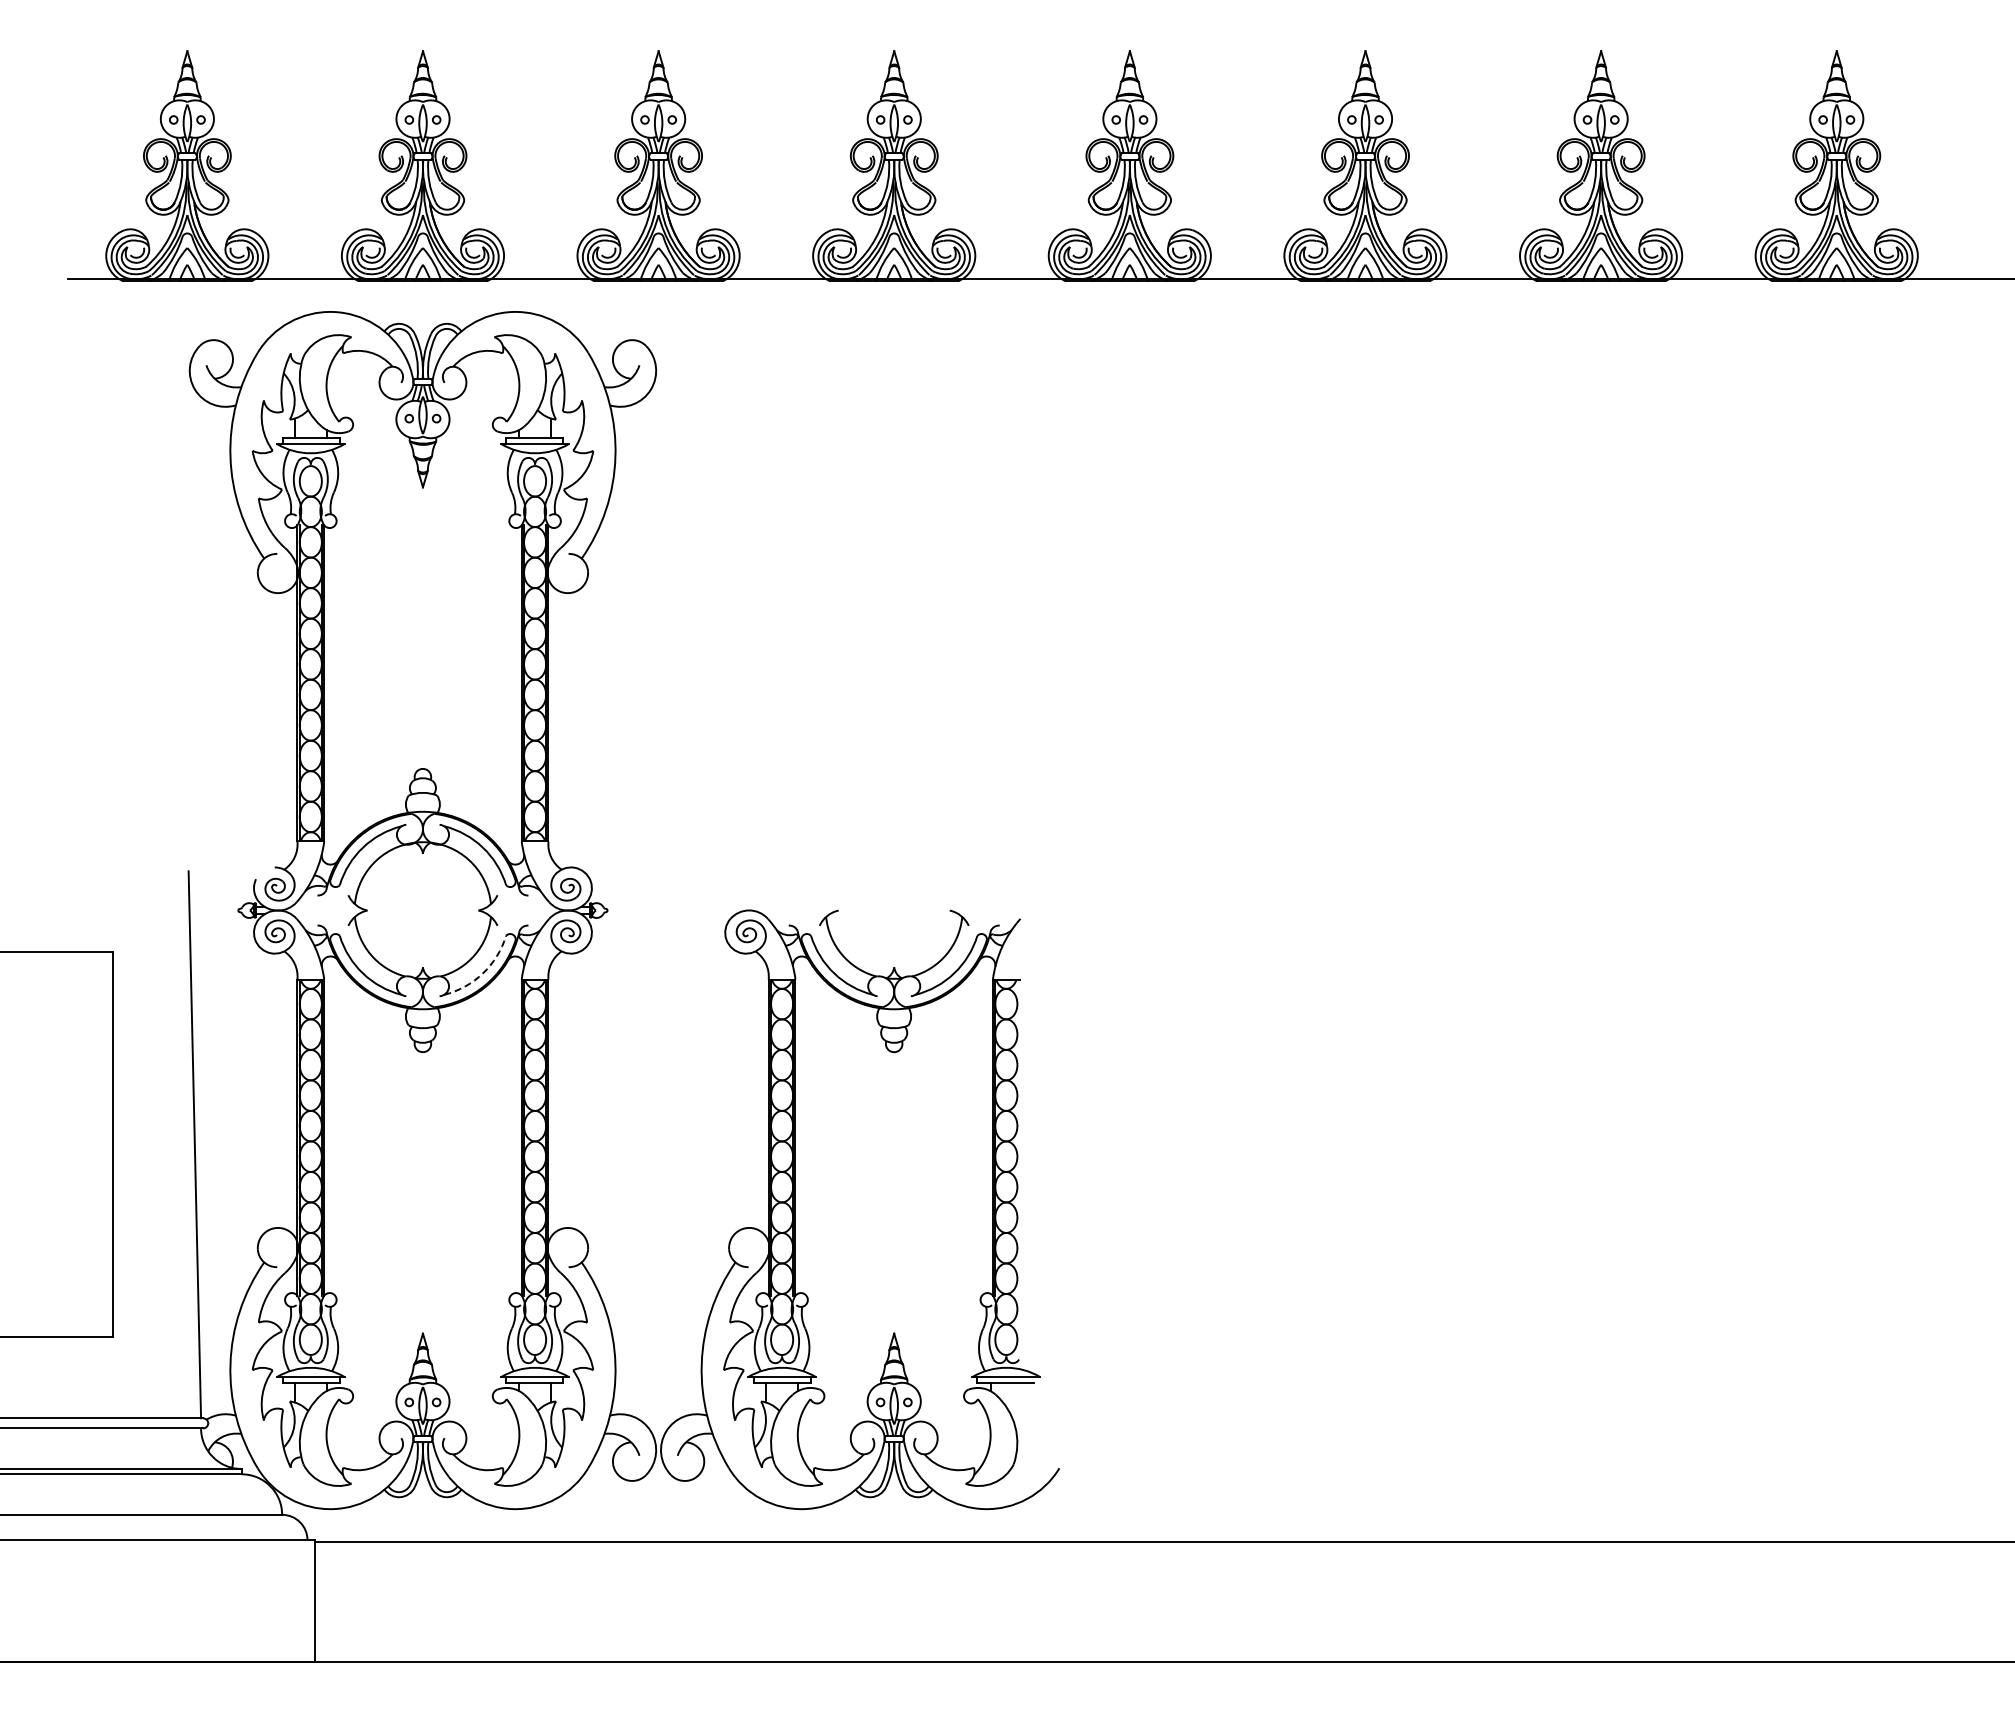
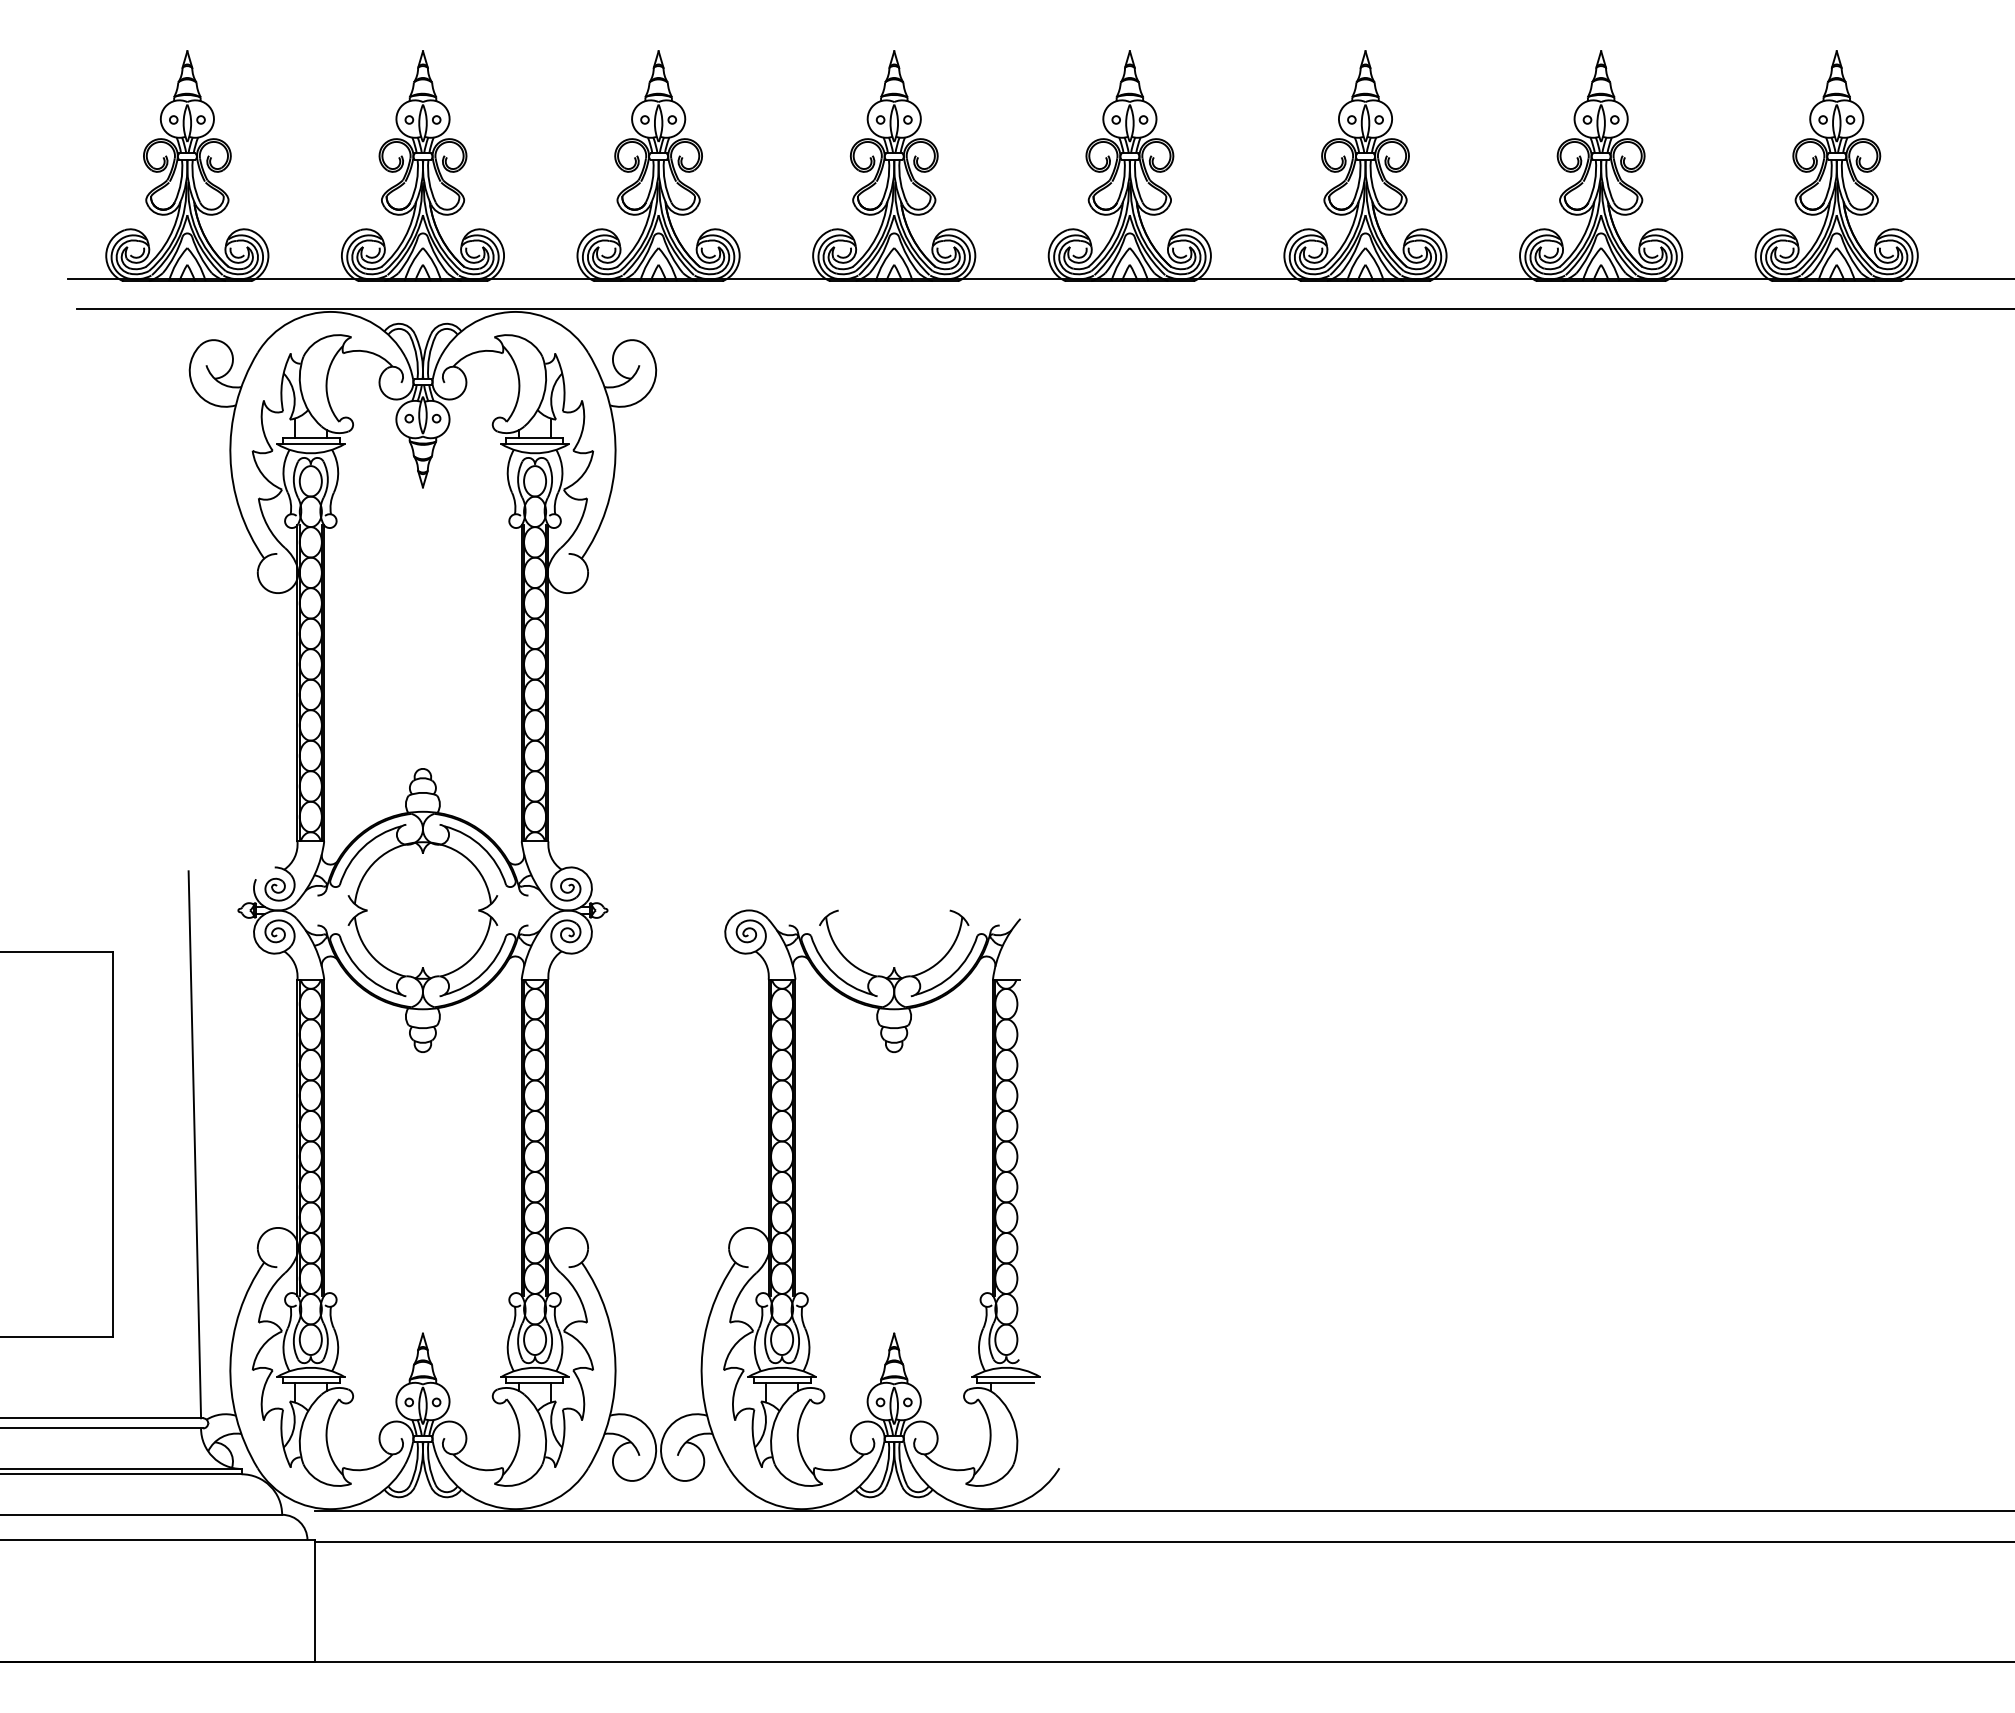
line at (1044, 308): none -> present
arc at (482, 973): dashed -> solid
line at (1163, 1511): none -> present
